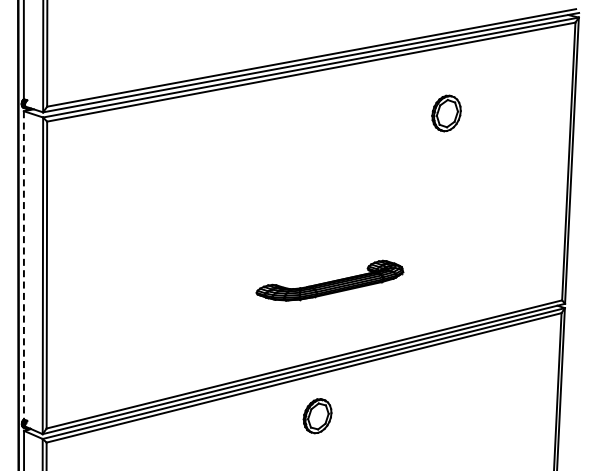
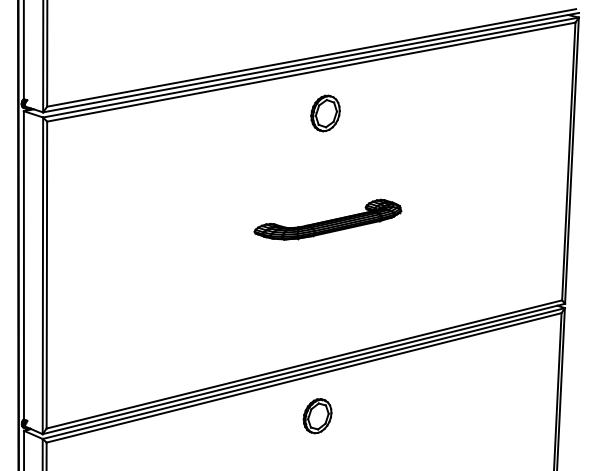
part at (446, 113) position: (446, 113) -> (325, 113)
line at (23, 265): dashed -> solid
part at (329, 280) position: (329, 280) -> (327, 219)
